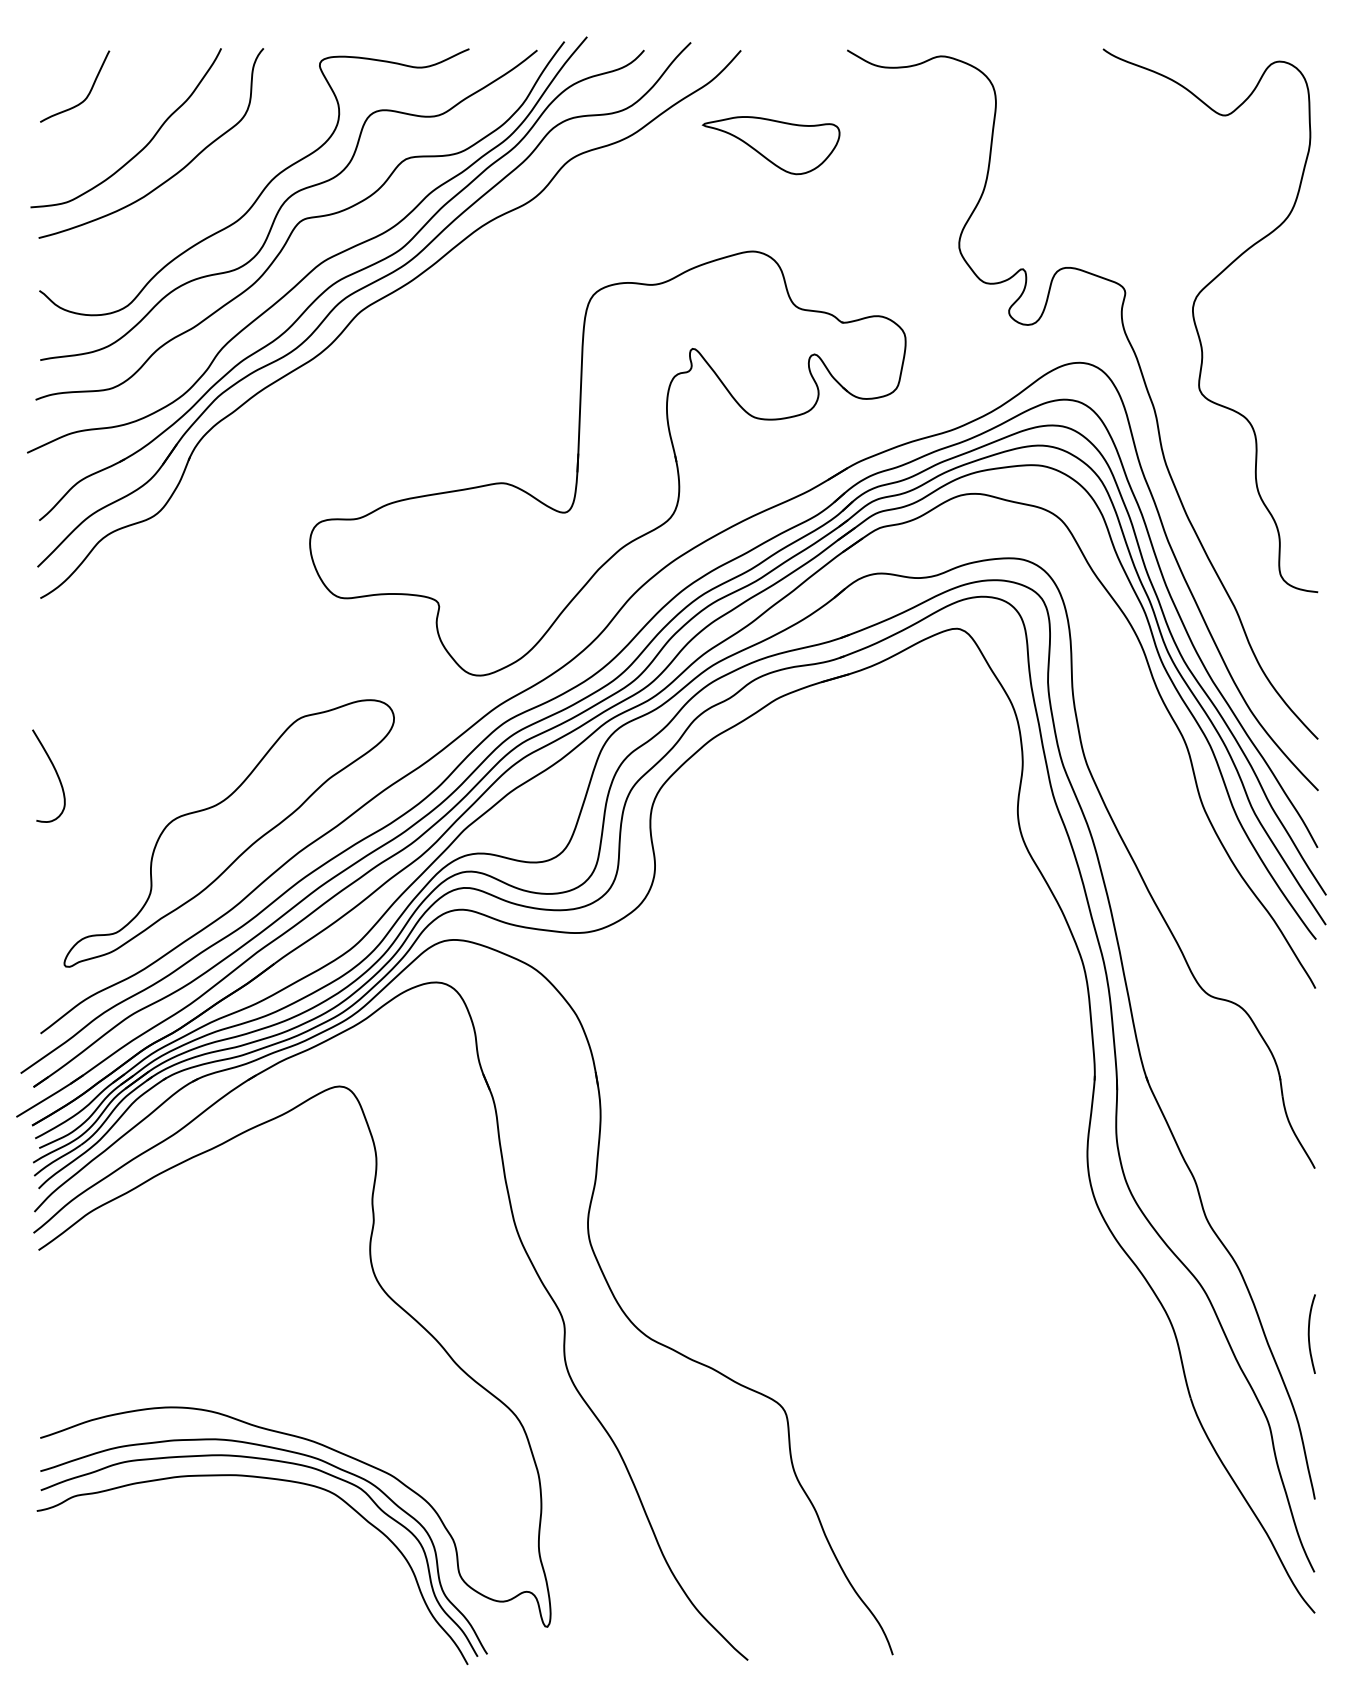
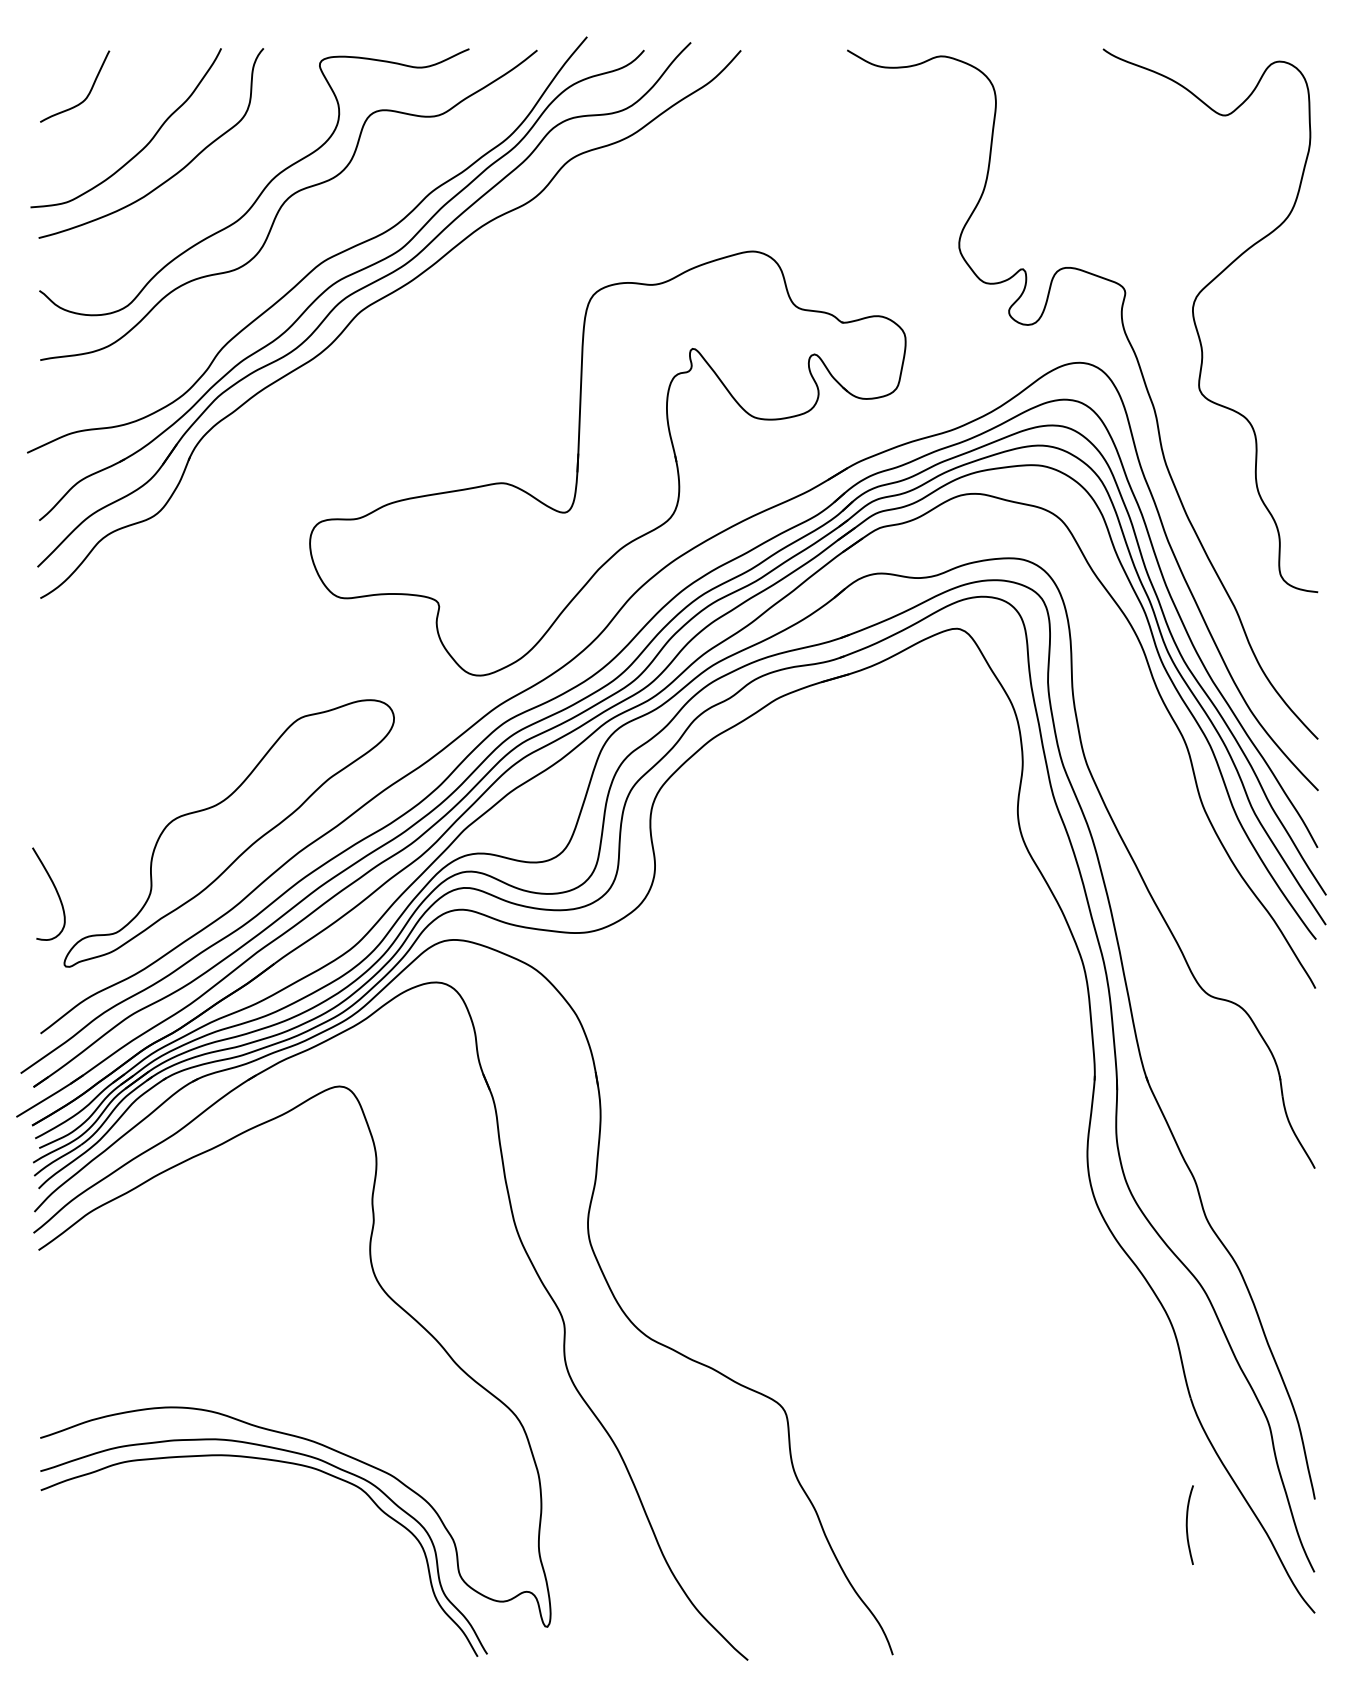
part at (770, 145): present -> none
curve at (300, 220): present -> none
curve at (55, 772) position: (55, 772) -> (55, 890)
curve at (1309, 1333) position: (1309, 1333) -> (1187, 1524)
curve at (259, 1478): present -> none
